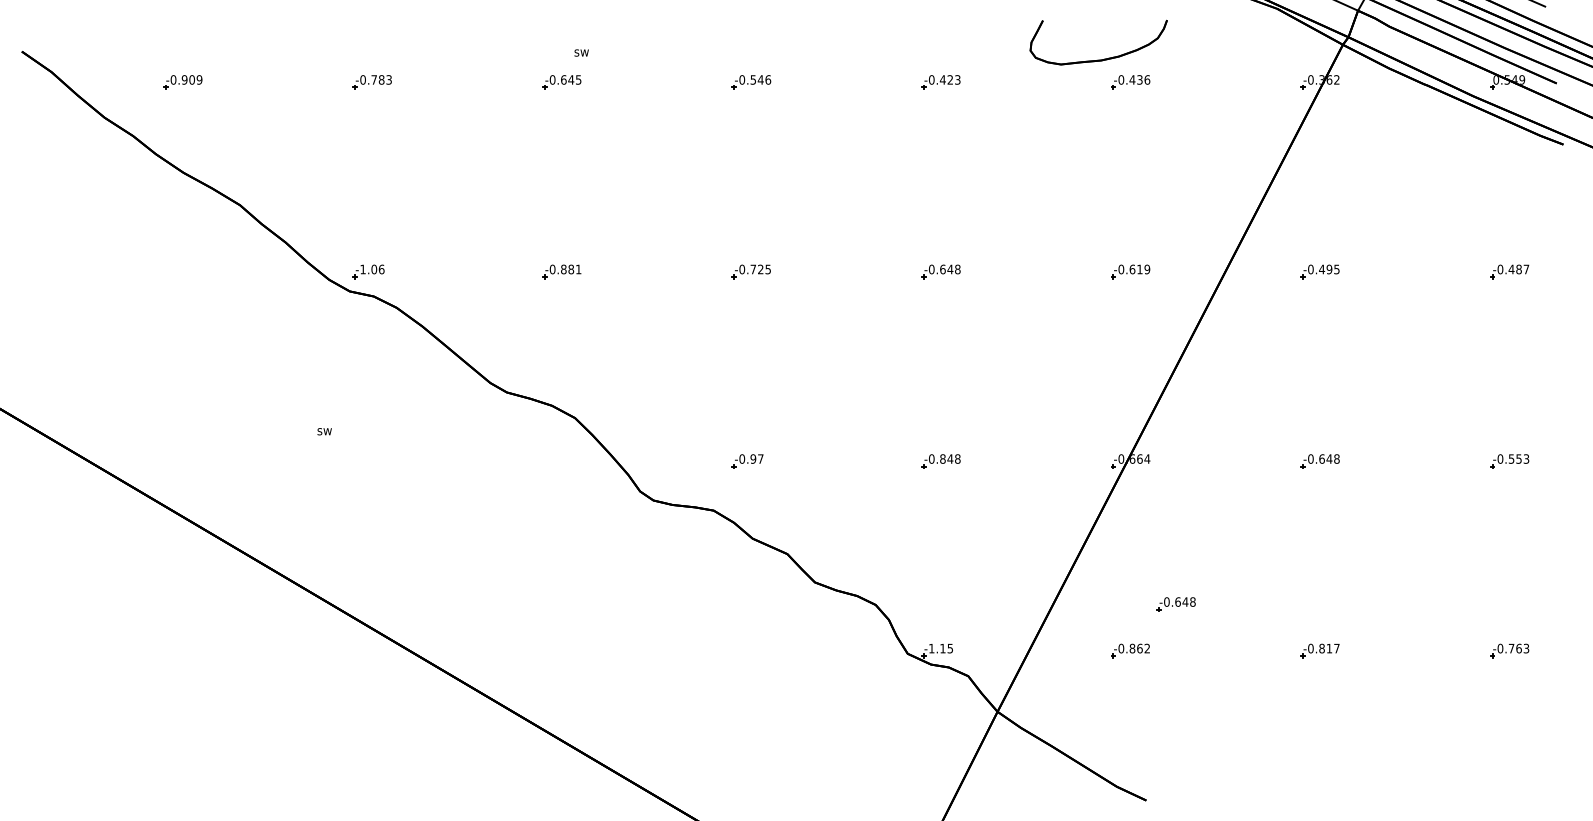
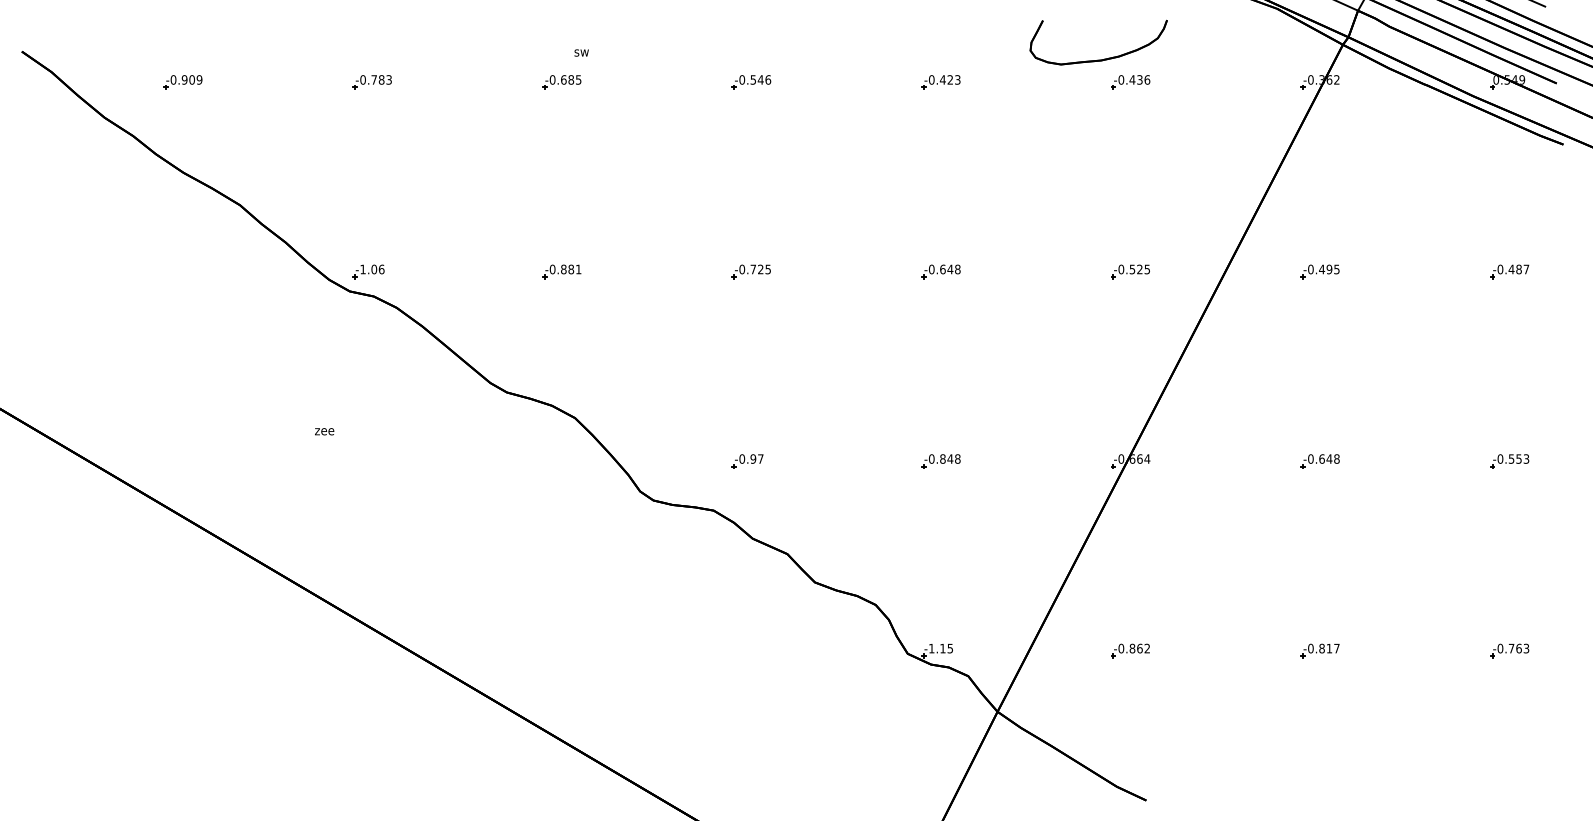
text at (570, 79): -0.645 -> -0.685
text at (1139, 269): -0.619 -> -0.525
text at (324, 431): sw -> zee
part at (1175, 604): present -> none
